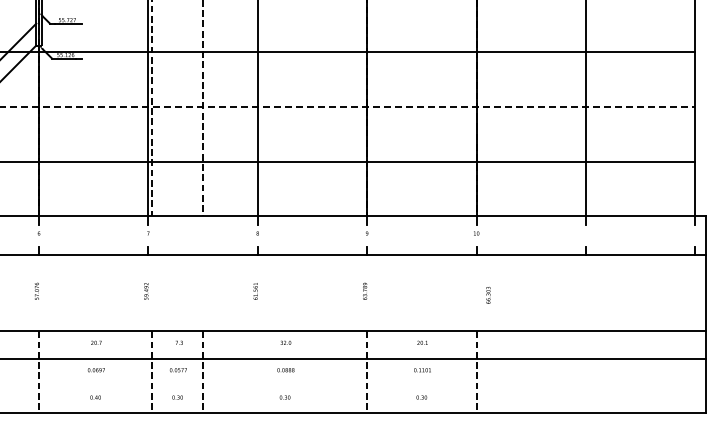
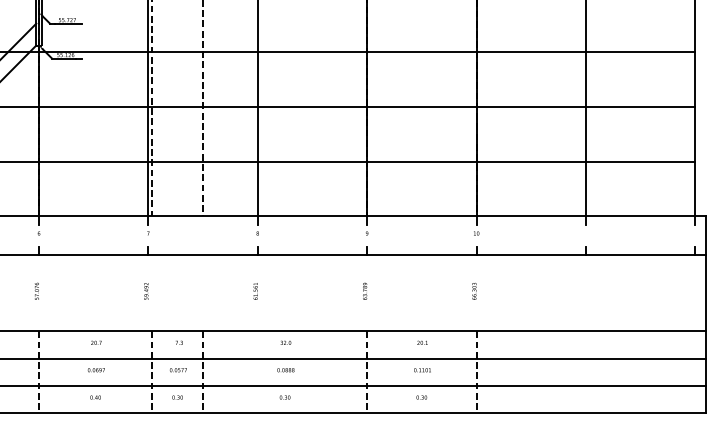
line at (348, 107): dashed -> solid
text at (488, 295) position: (488, 295) -> (474, 291)
line at (354, 385): none -> present
